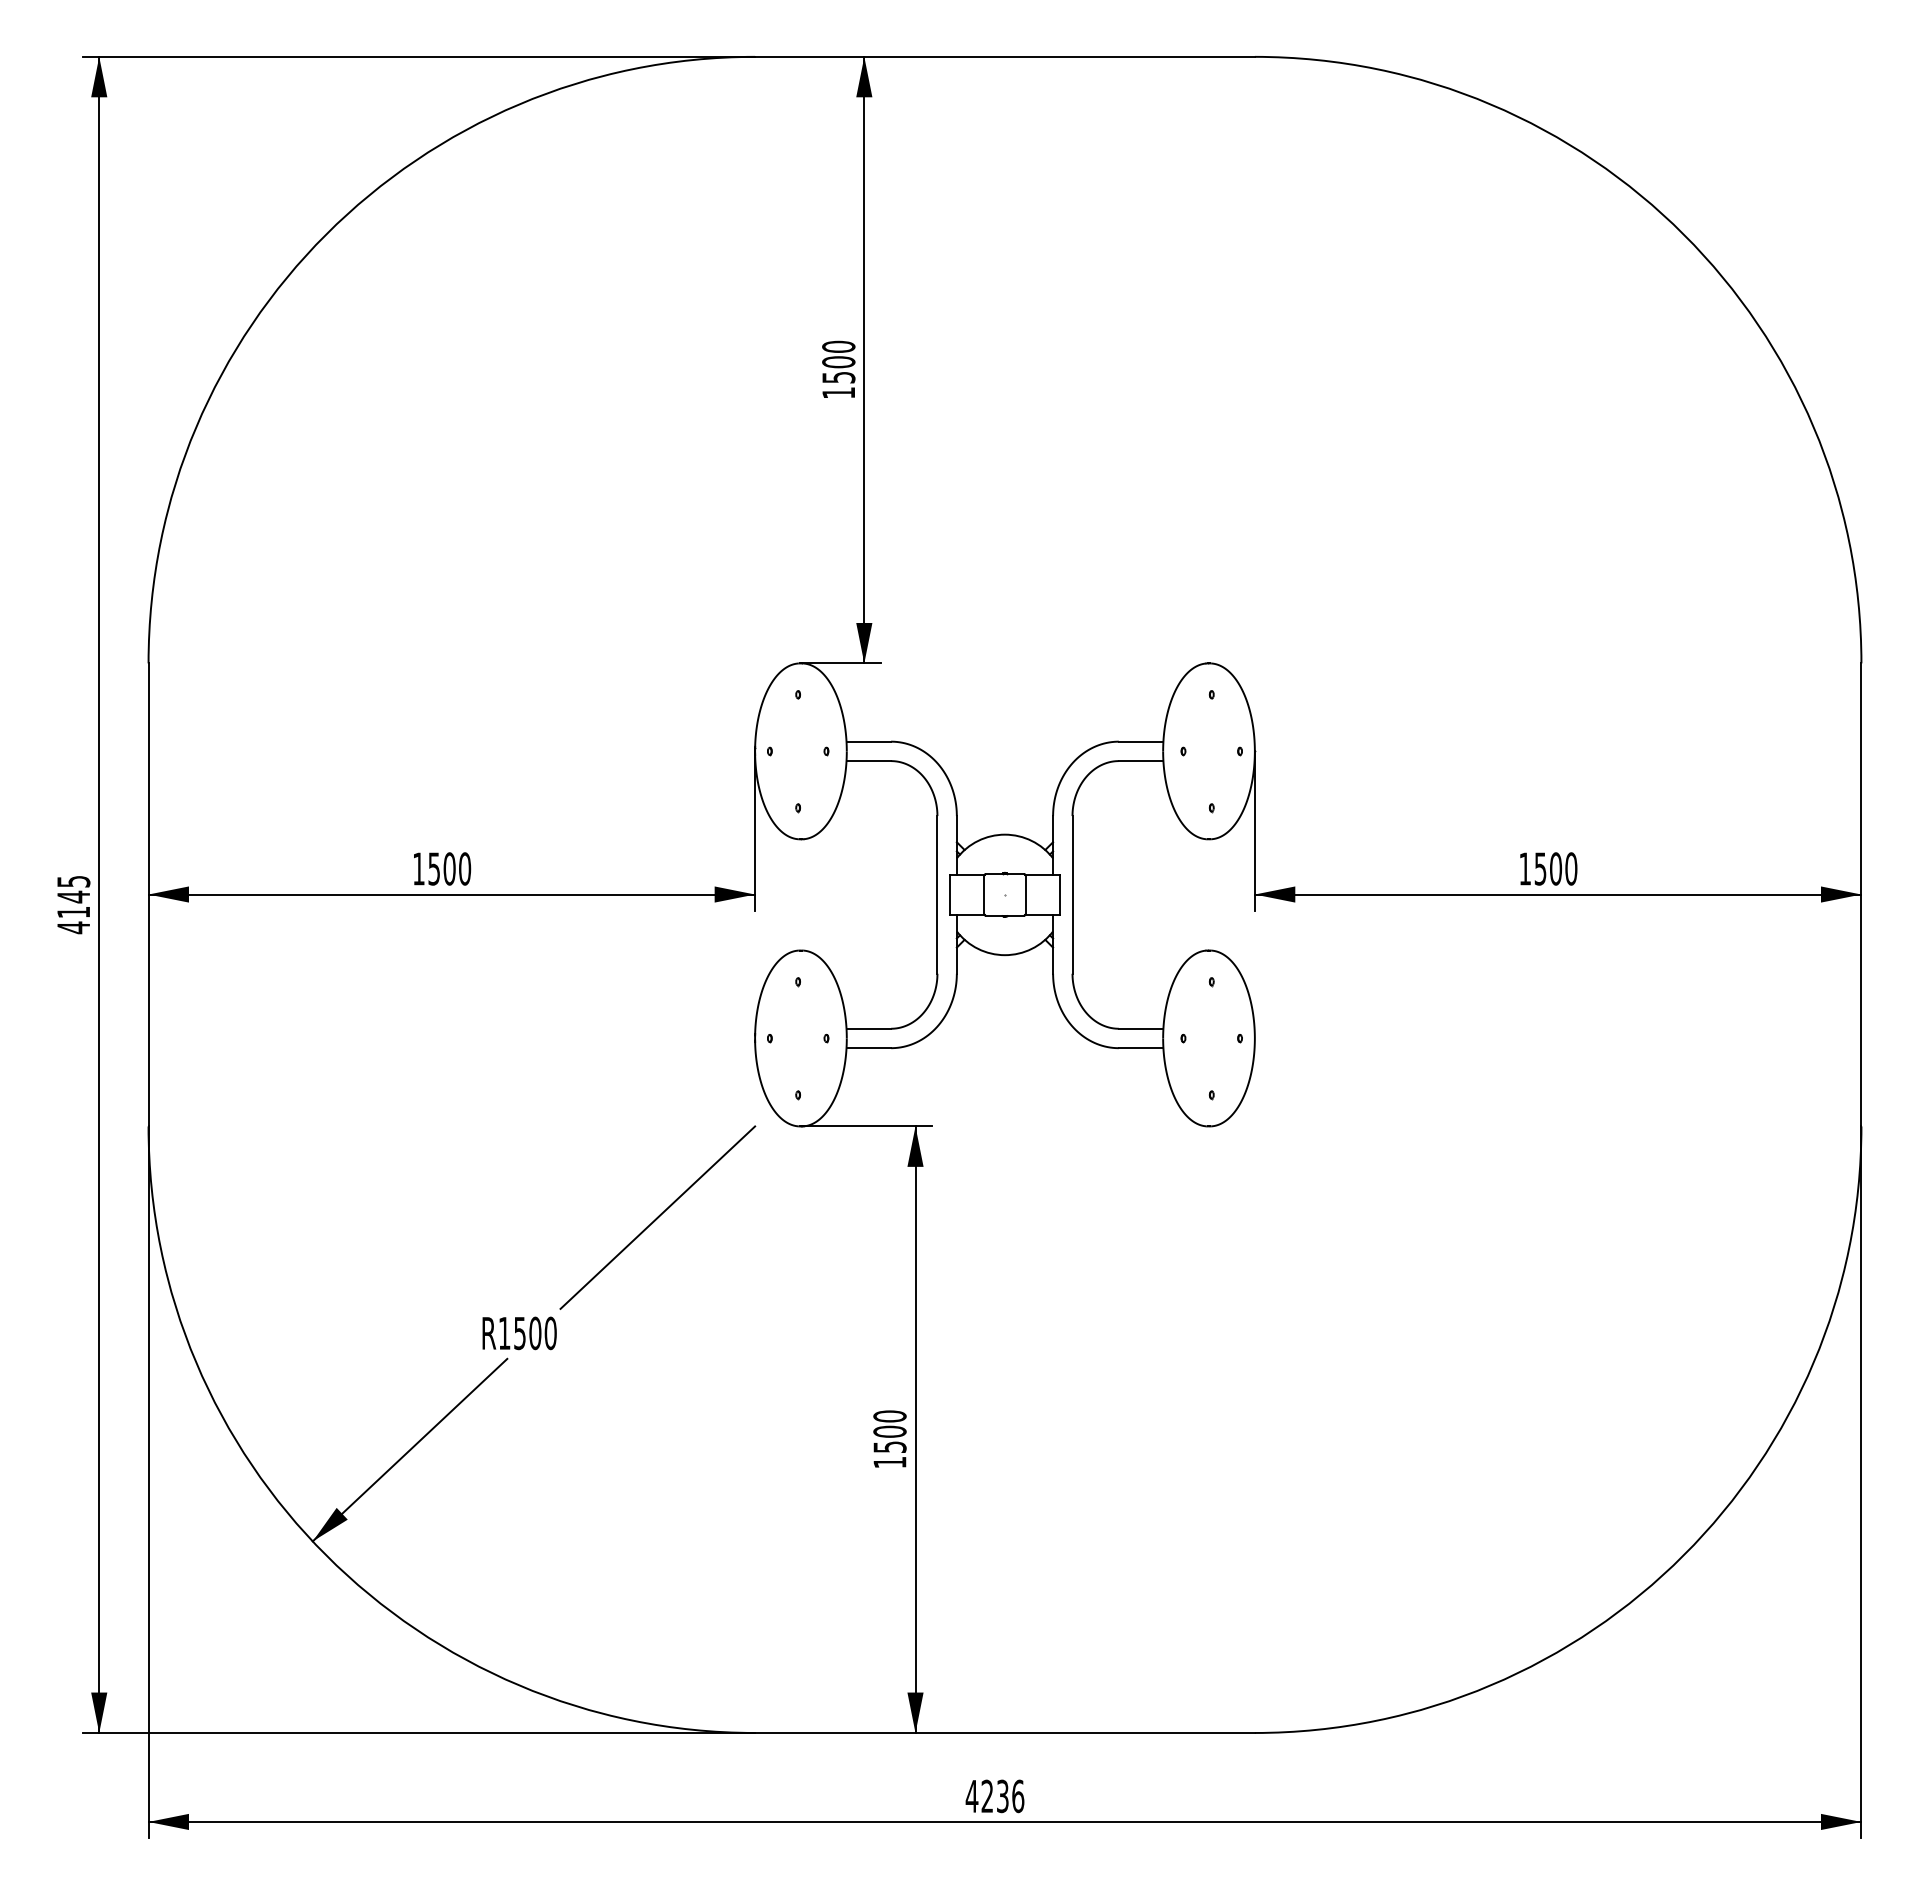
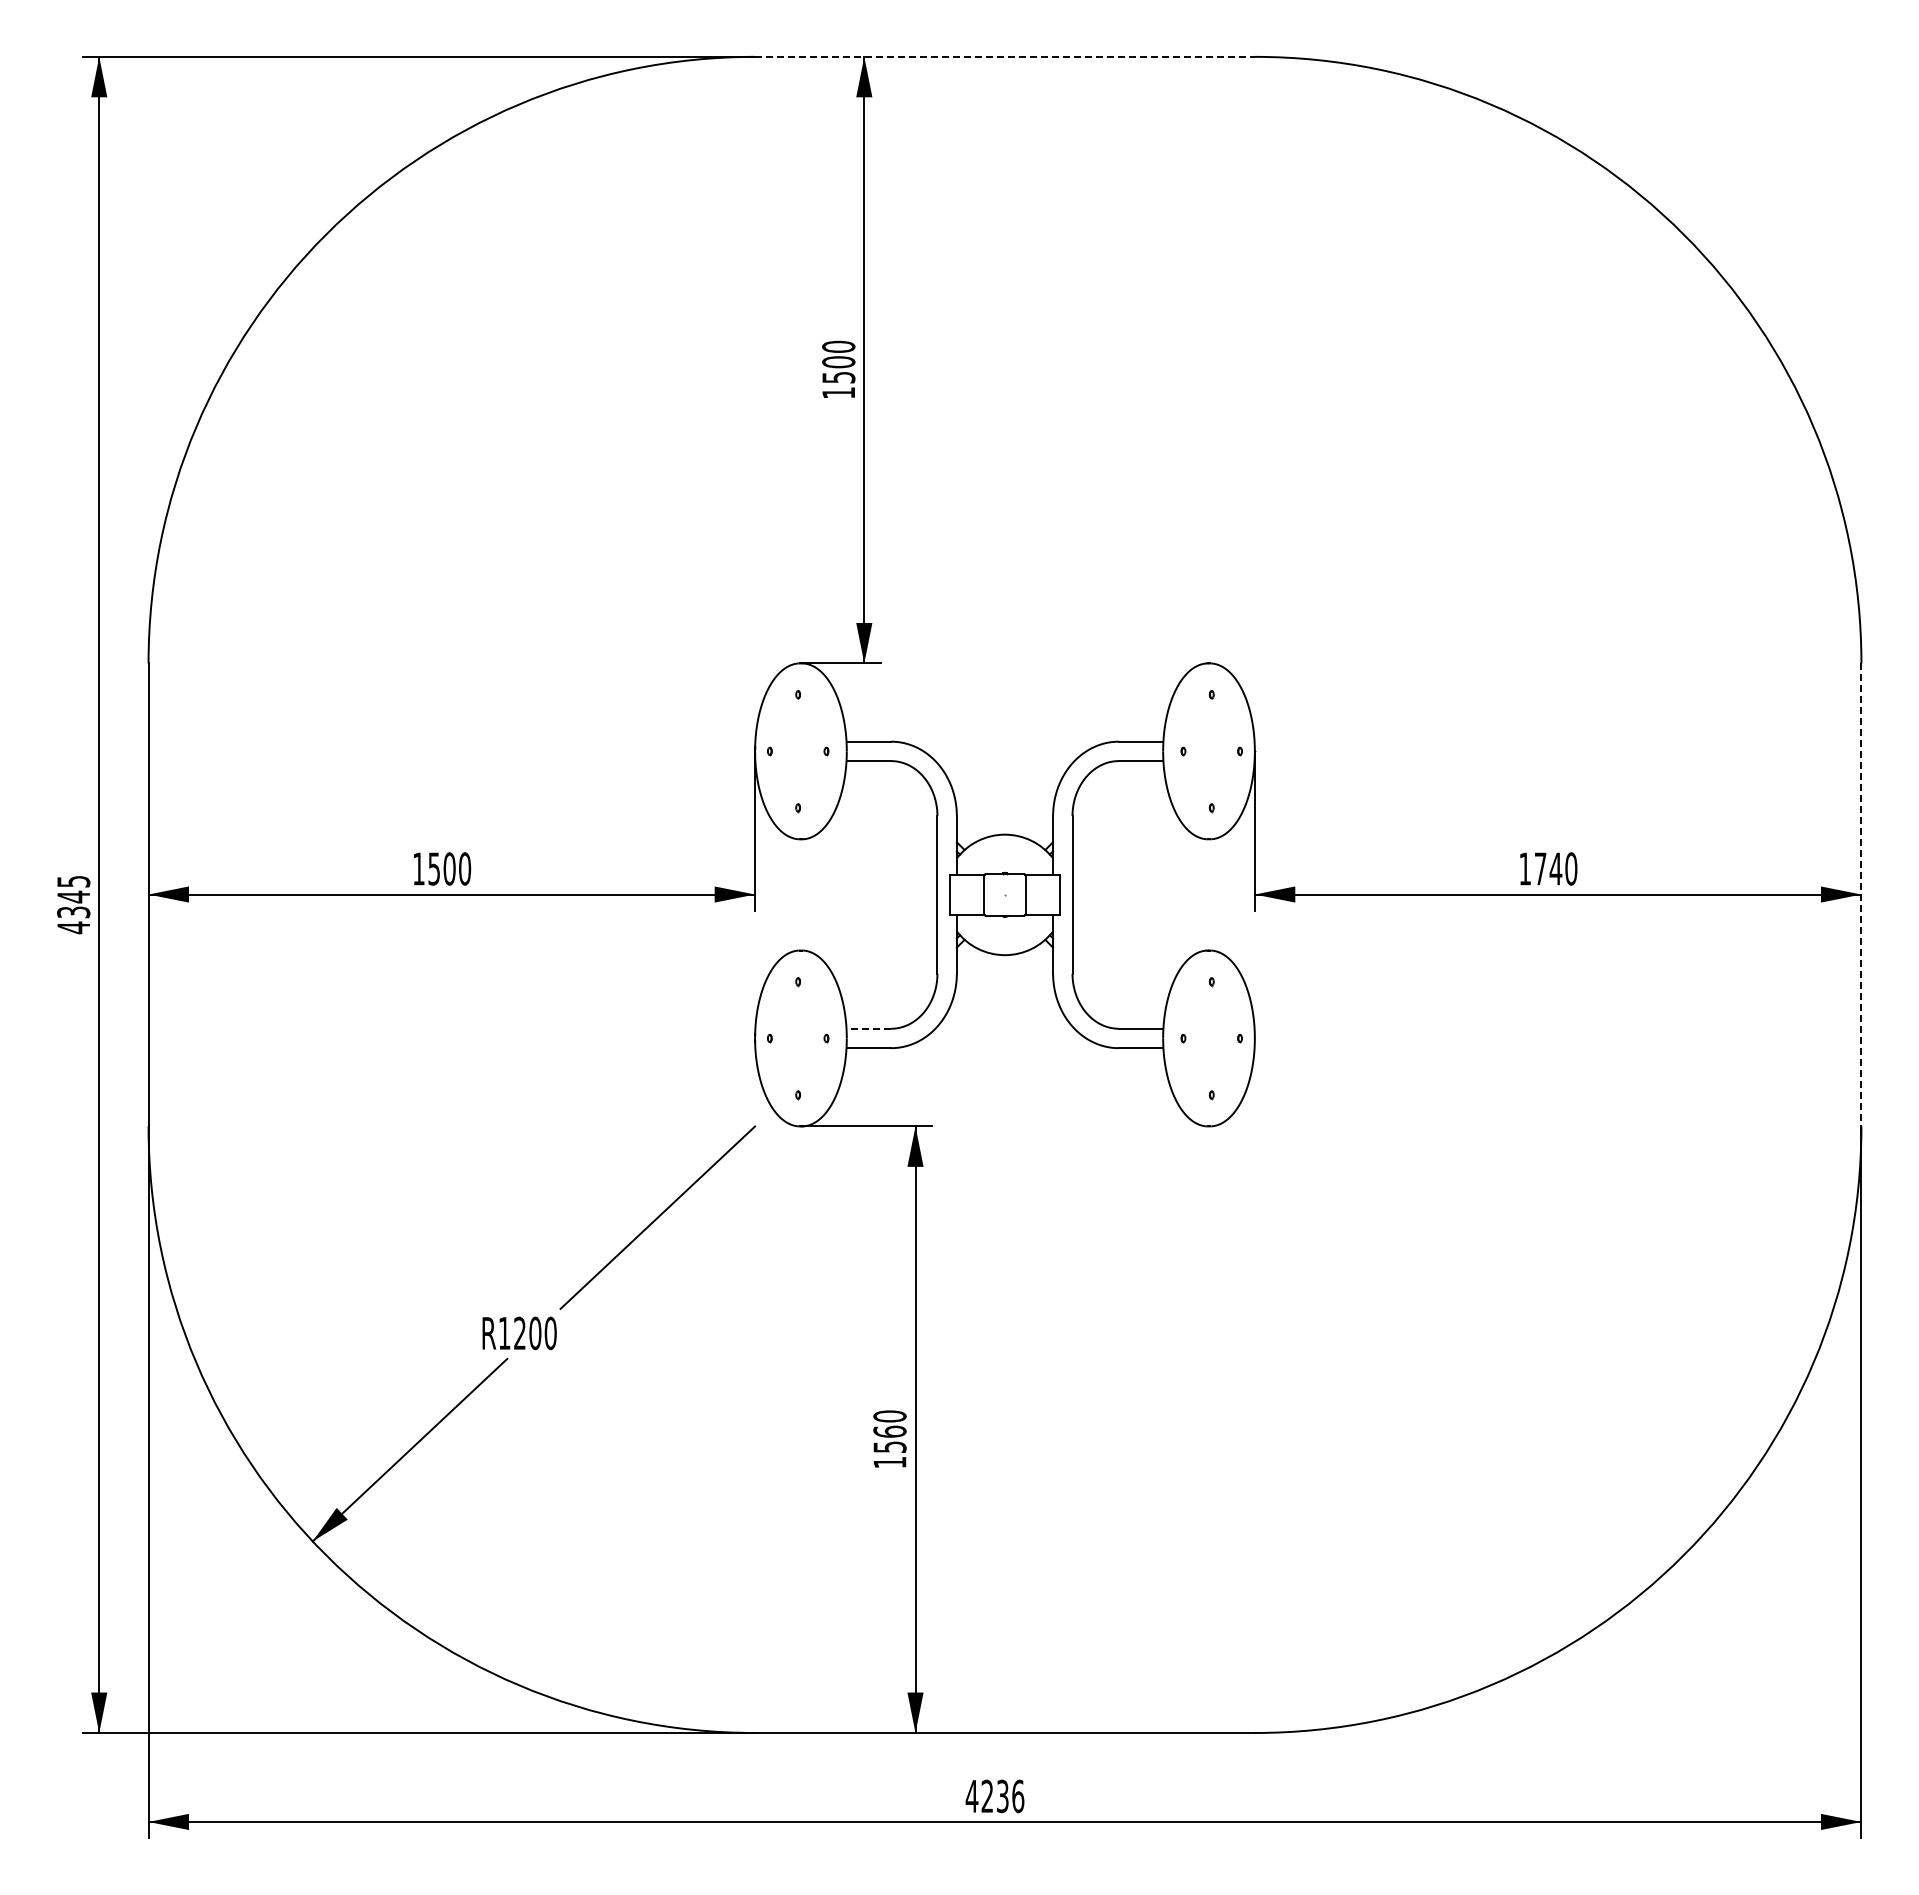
line at (1005, 56): solid -> dashed
text at (1548, 868): 1500 -> 1740
line at (1861, 894): solid -> dashed
text at (73, 912): 4145 -> 4345
line at (868, 1028): solid -> dashed
text at (519, 1333): R1500 -> R1200
text at (889, 1431): 1500 -> 1560
